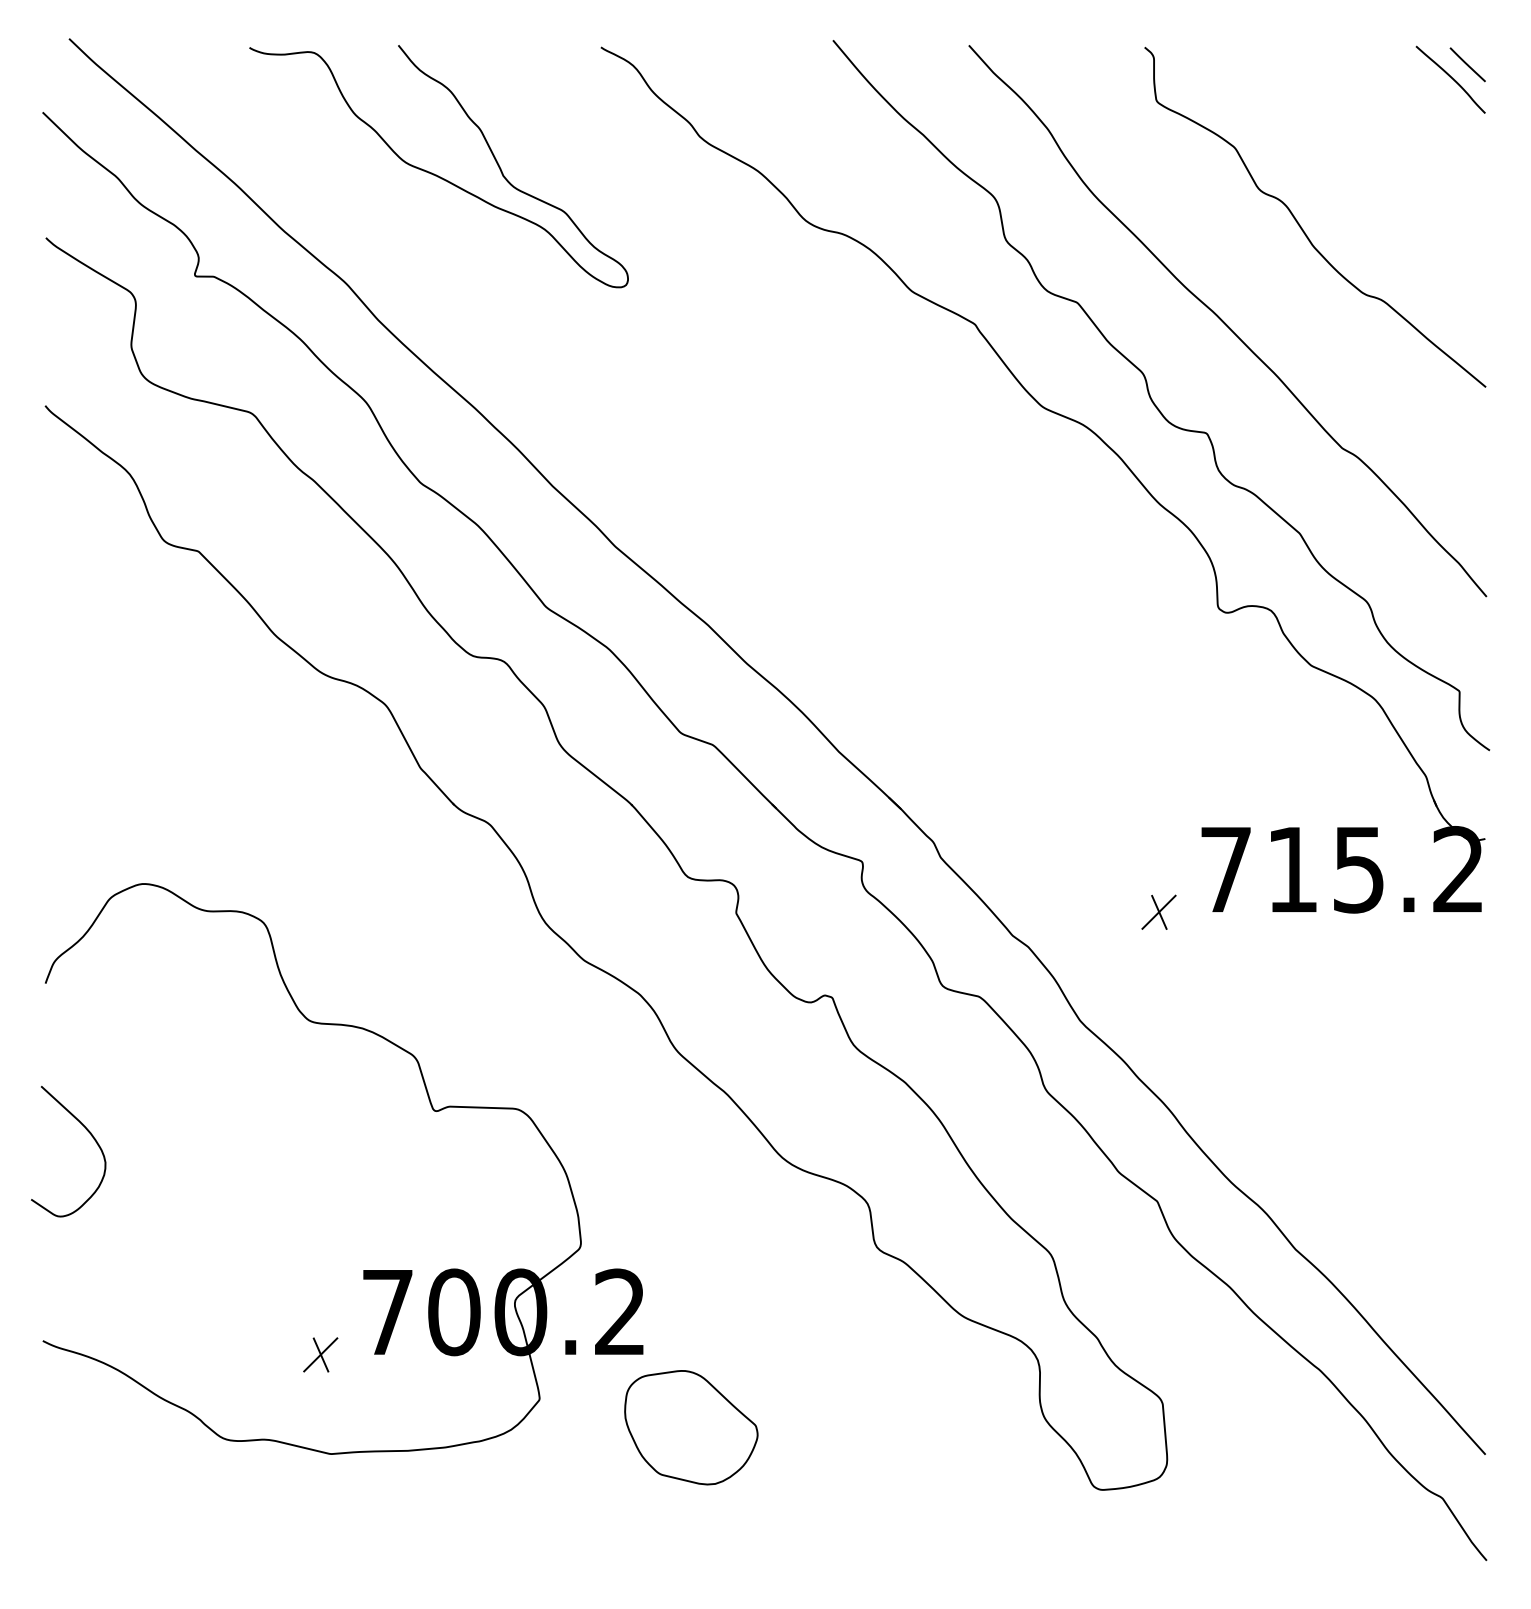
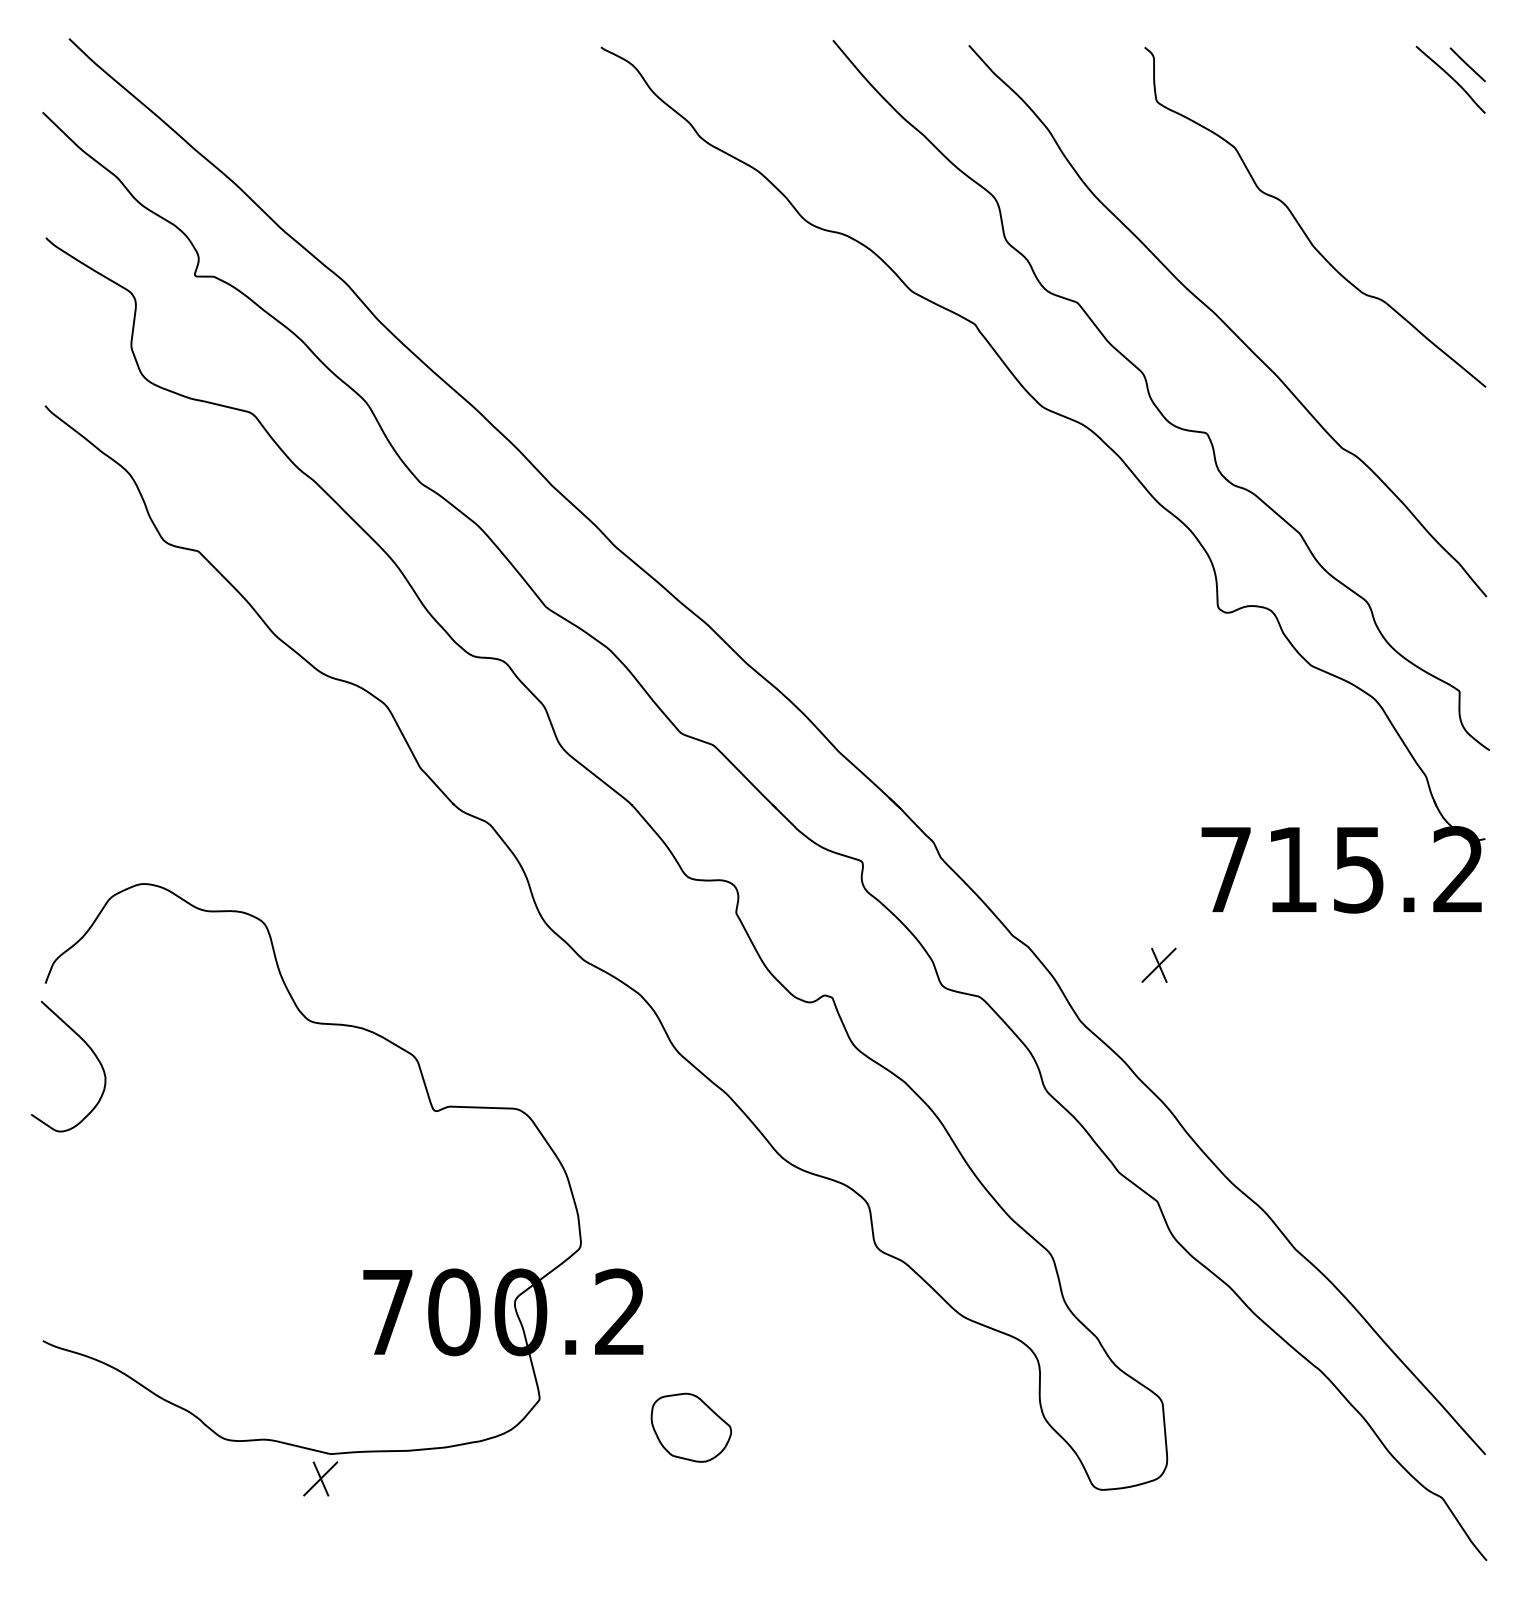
curve at (434, 173): present -> none
part at (1158, 911) position: (1158, 911) -> (1158, 964)
curve at (91, 1136) position: (91, 1136) -> (91, 1051)
part at (320, 1354) position: (320, 1354) -> (320, 1478)
part at (691, 1427) size: 135x116 px -> 83x71 px
